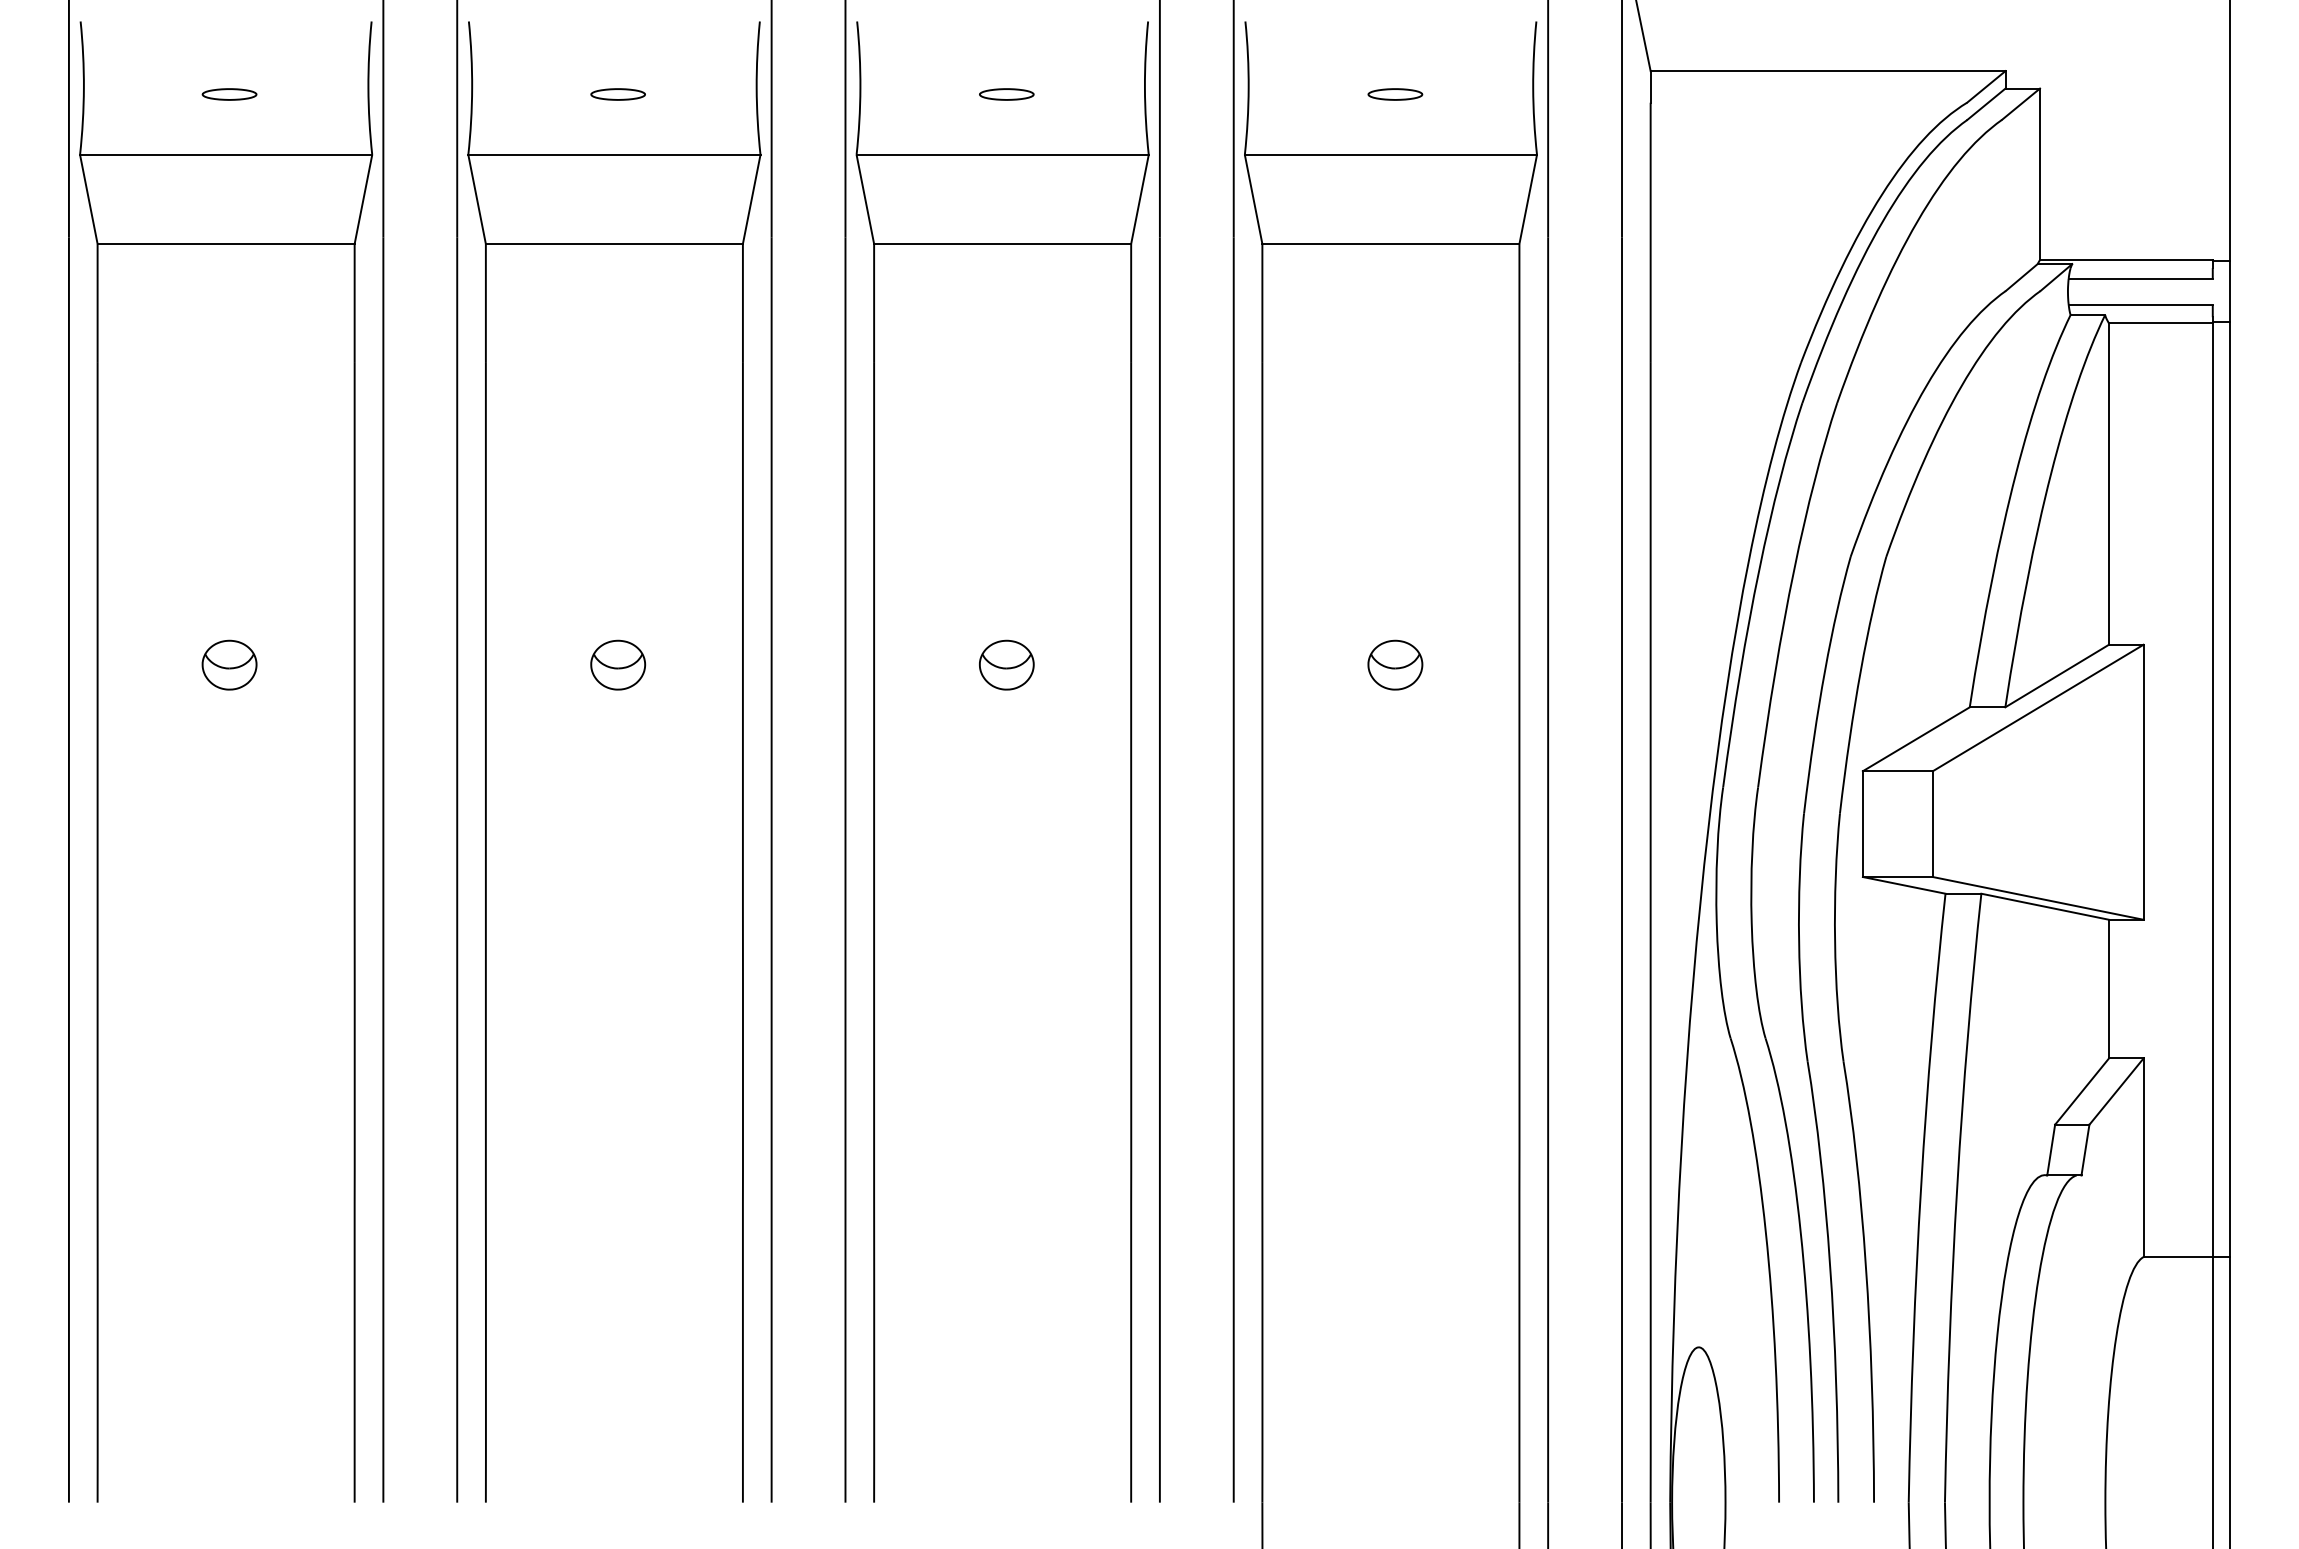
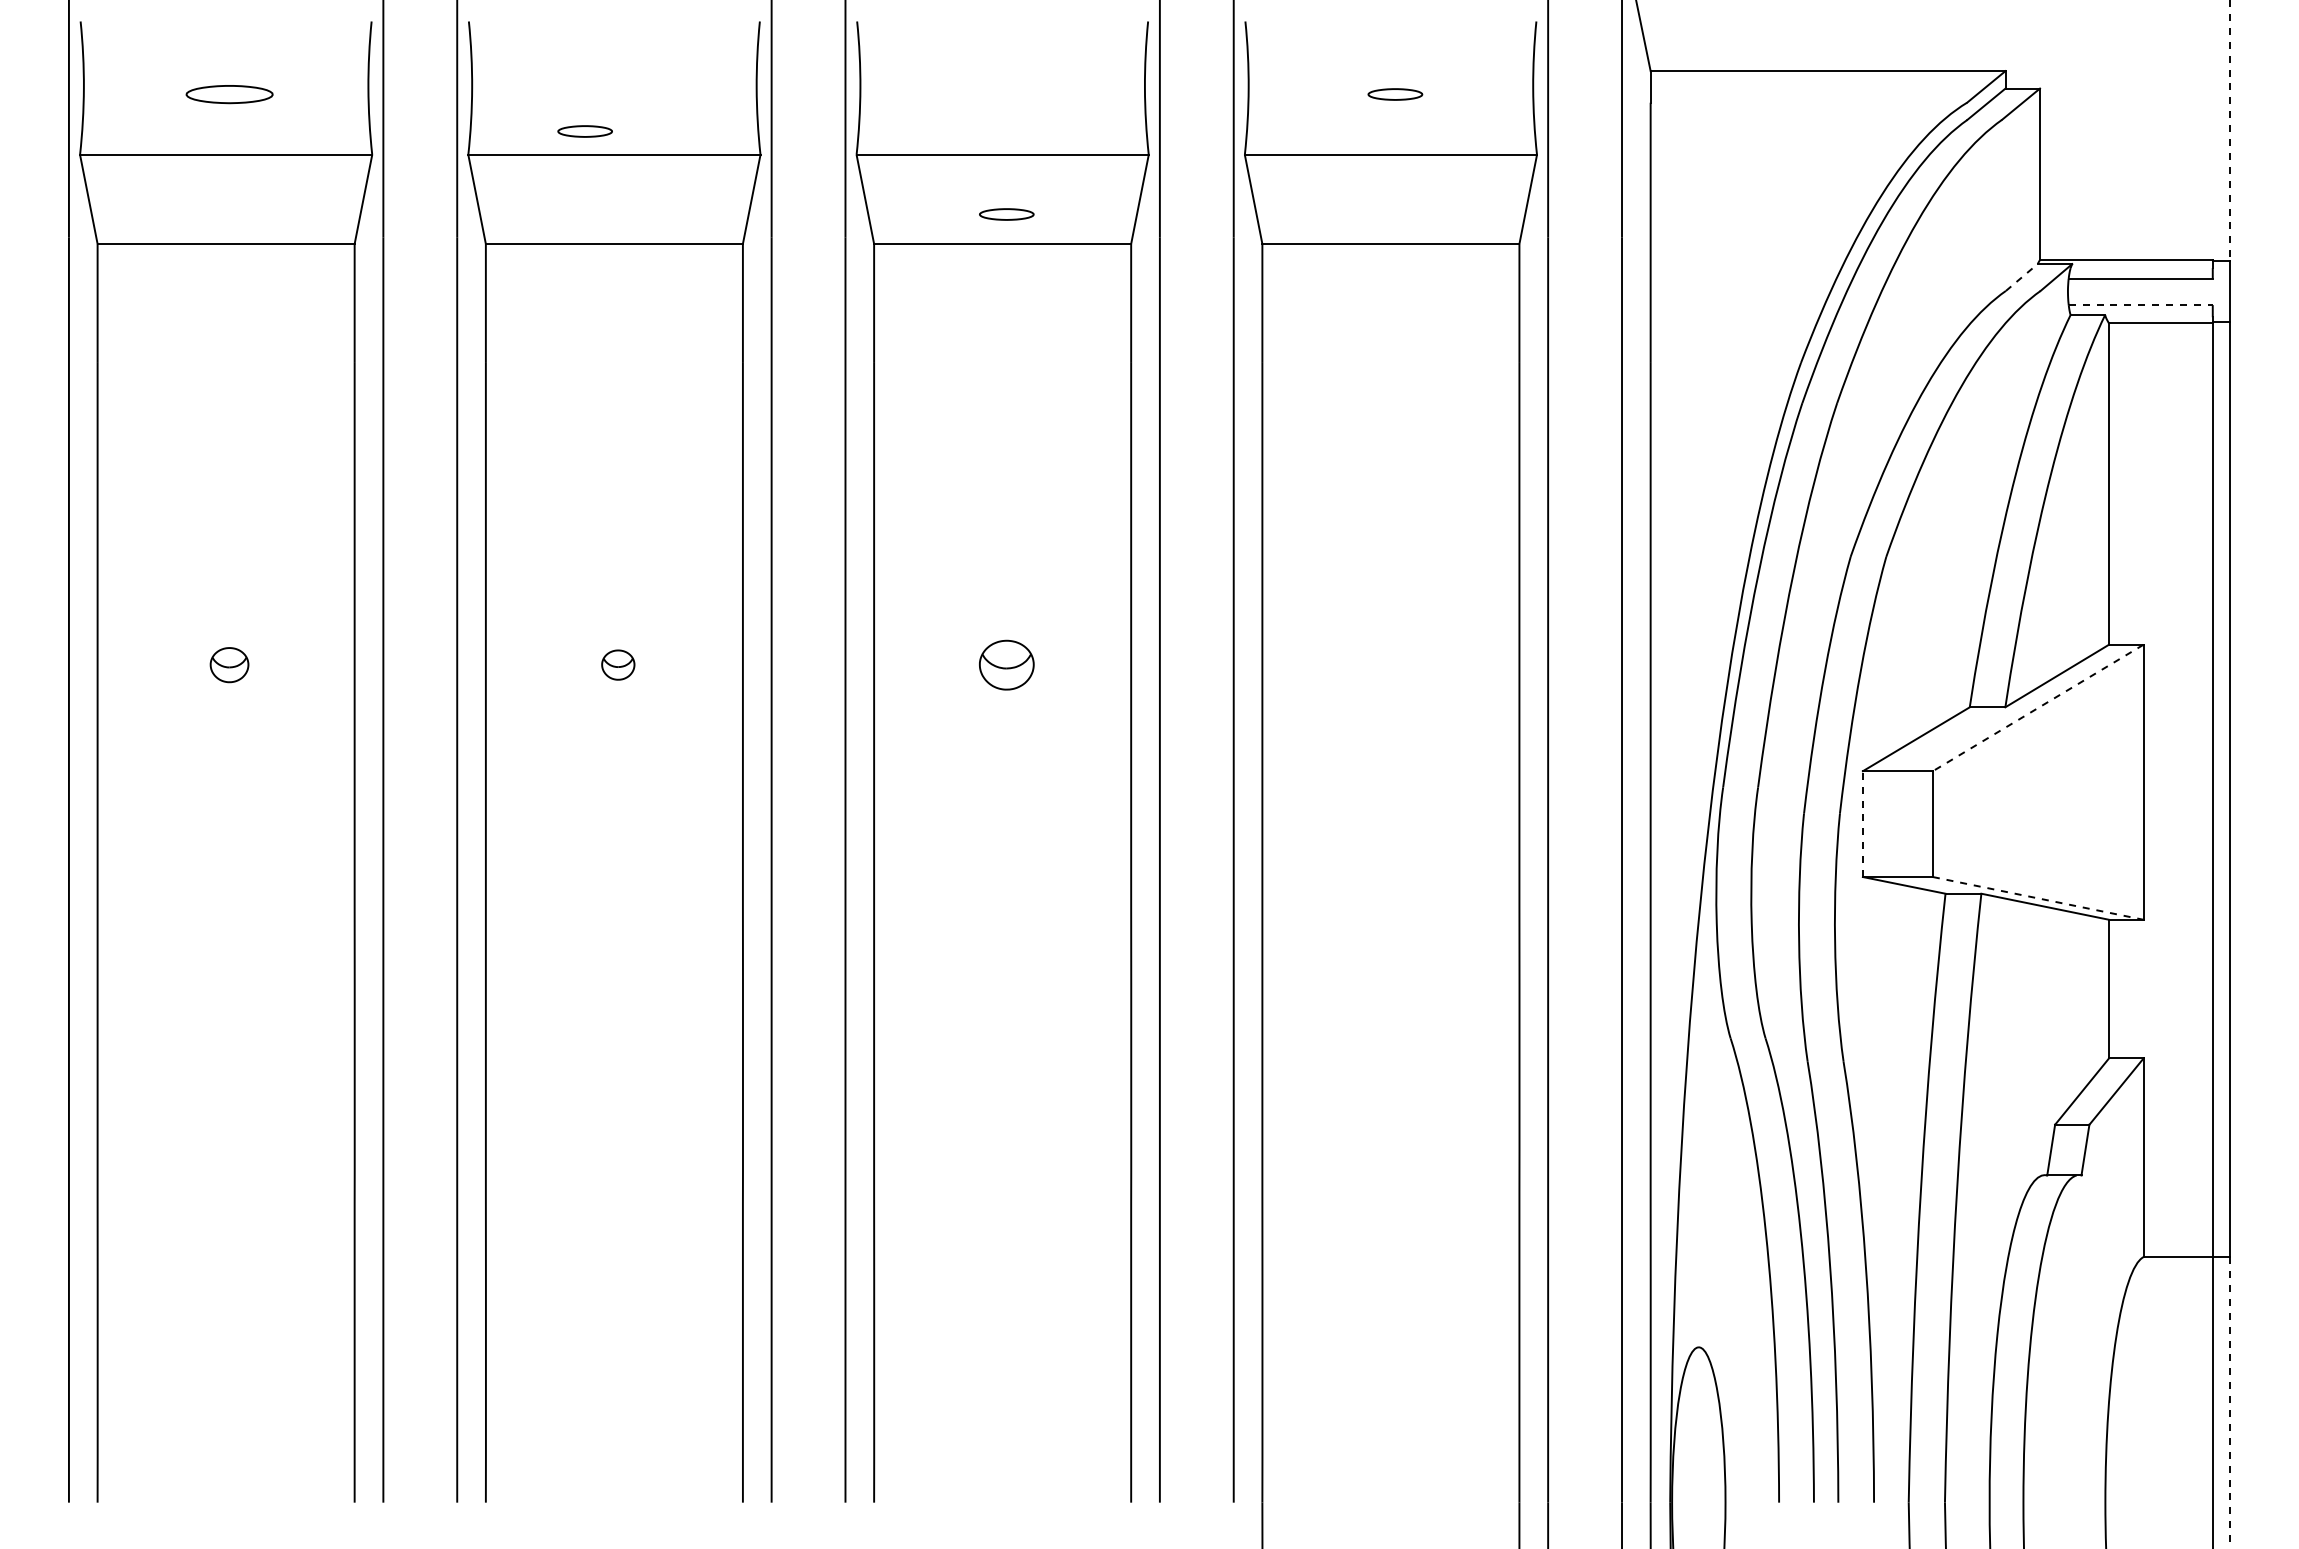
part at (229, 94) size: 57x13 px -> 89x20 px
part at (617, 94) position: (617, 94) -> (584, 131)
part at (1006, 94) position: (1006, 94) -> (1006, 214)
line at (2230, 131): solid -> dashed
line at (2021, 277): solid -> dashed
line at (2141, 305): solid -> dashed
part at (229, 664) size: 57x52 px -> 41x37 px
part at (618, 664) size: 57x52 px -> 35x32 px
part at (1395, 664): present -> none
line at (2038, 707): solid -> dashed
line at (1862, 824): solid -> dashed
line at (2038, 898): solid -> dashed
line at (2230, 1402): solid -> dashed
